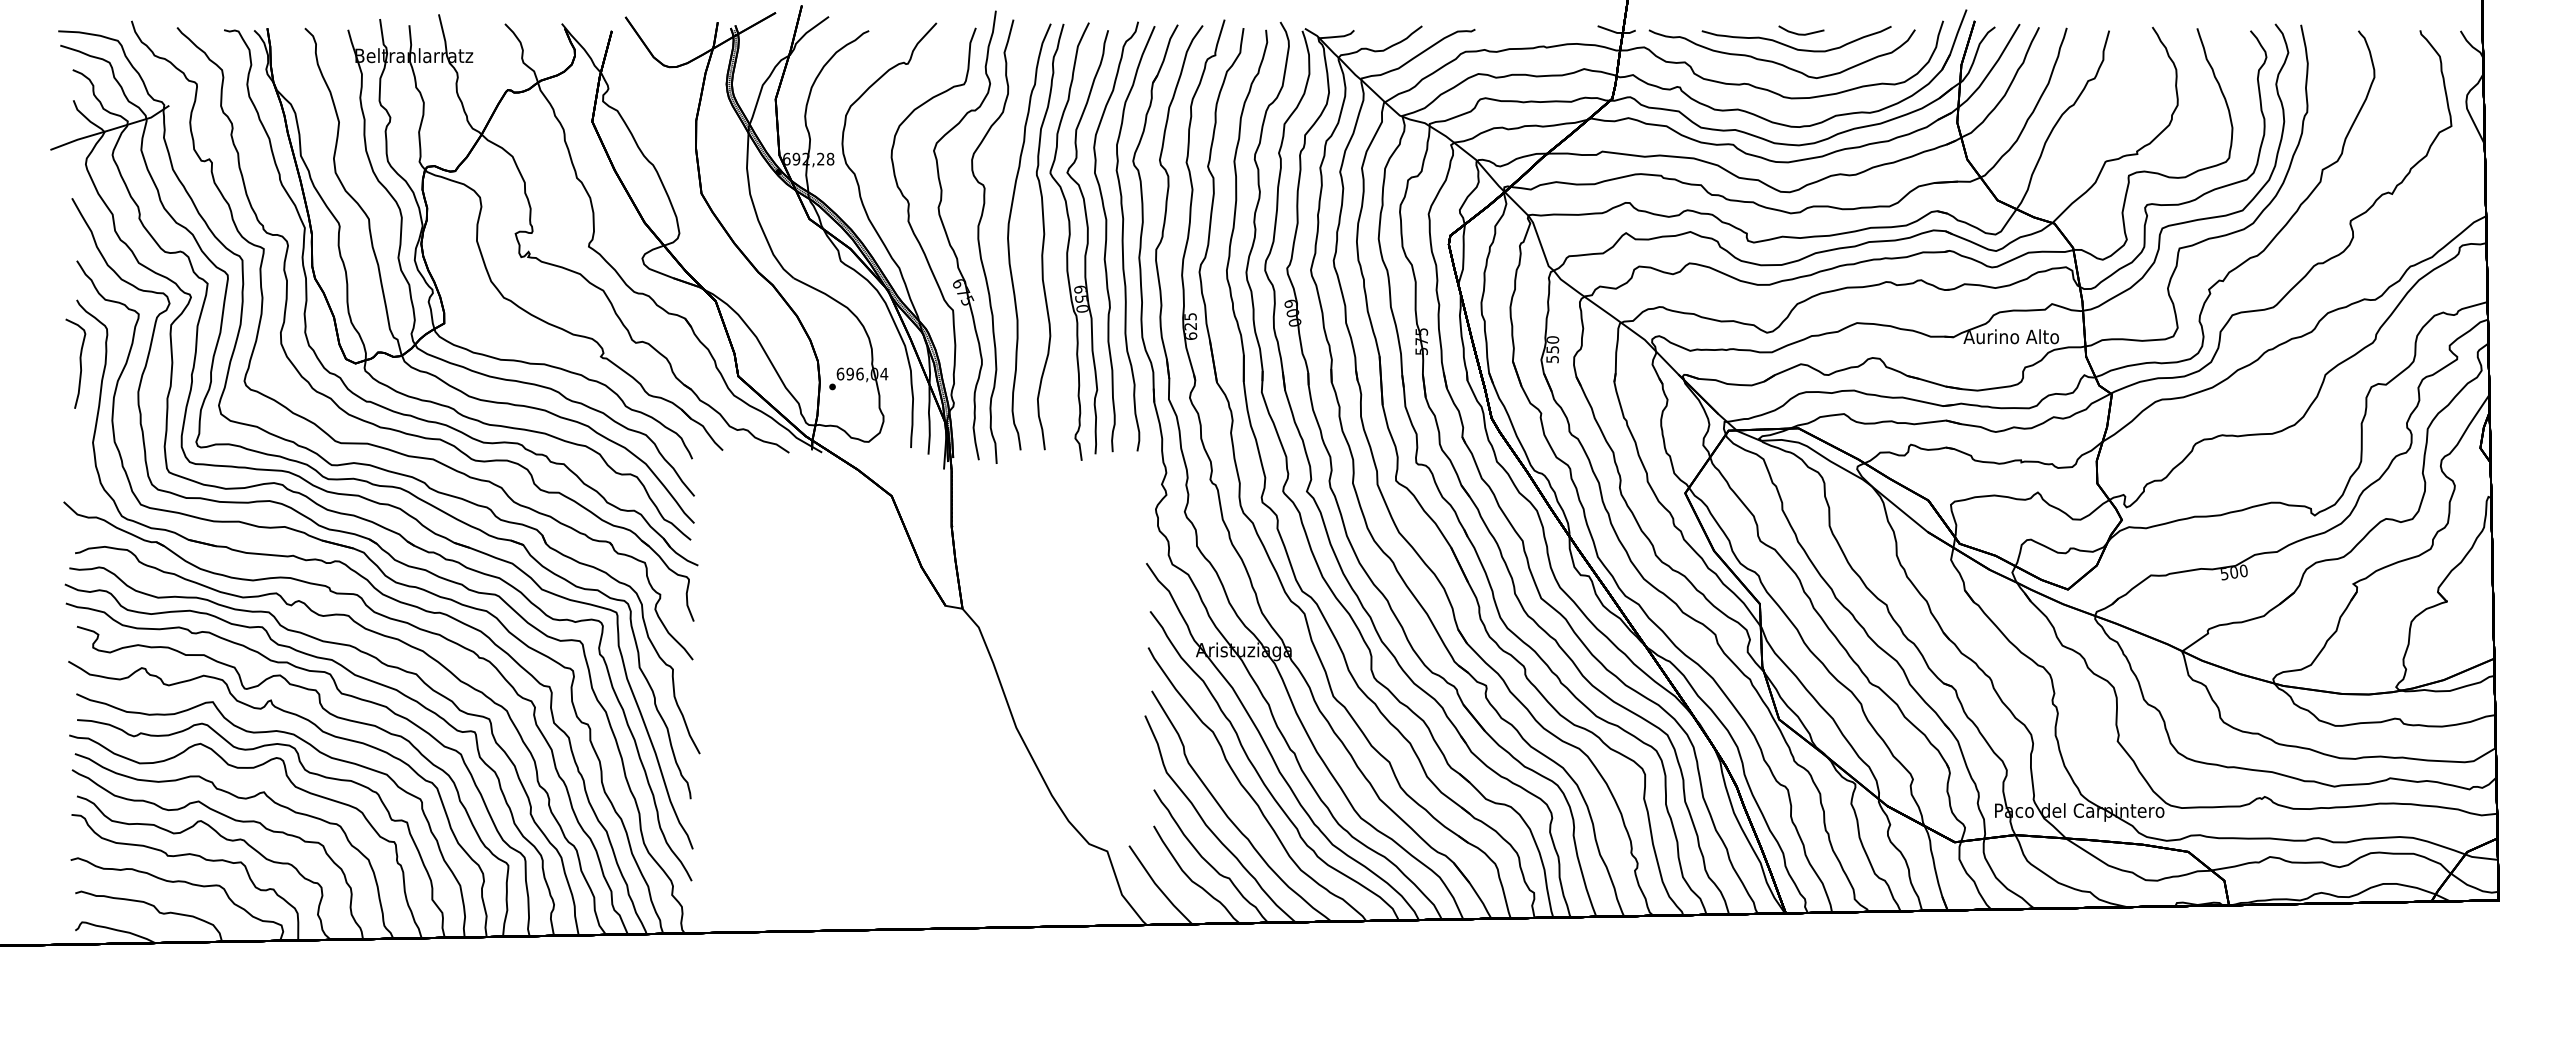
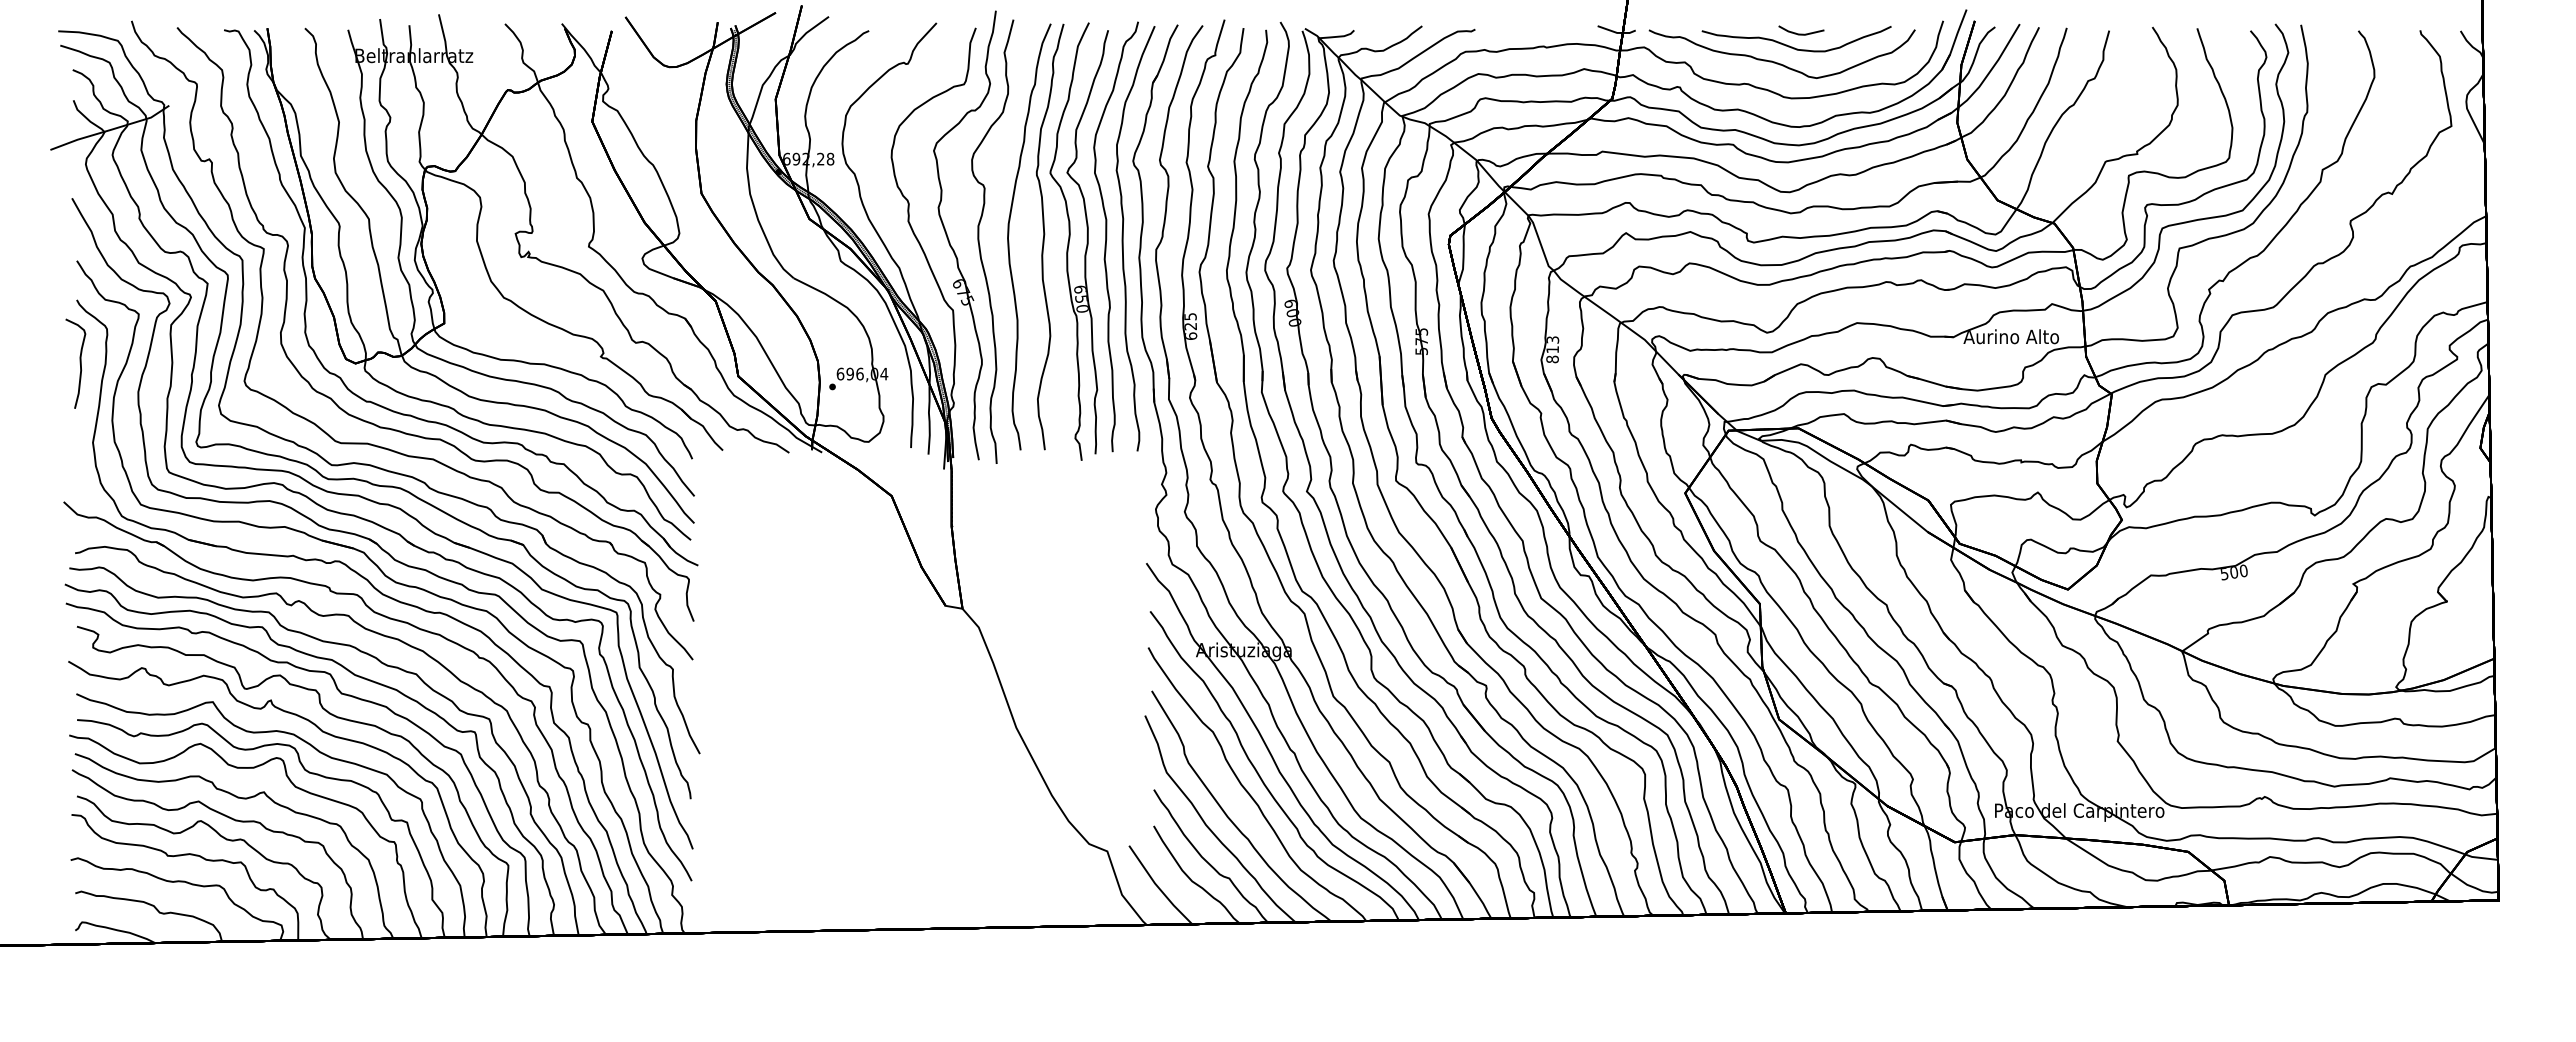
text at (1552, 349): 550 -> 813
